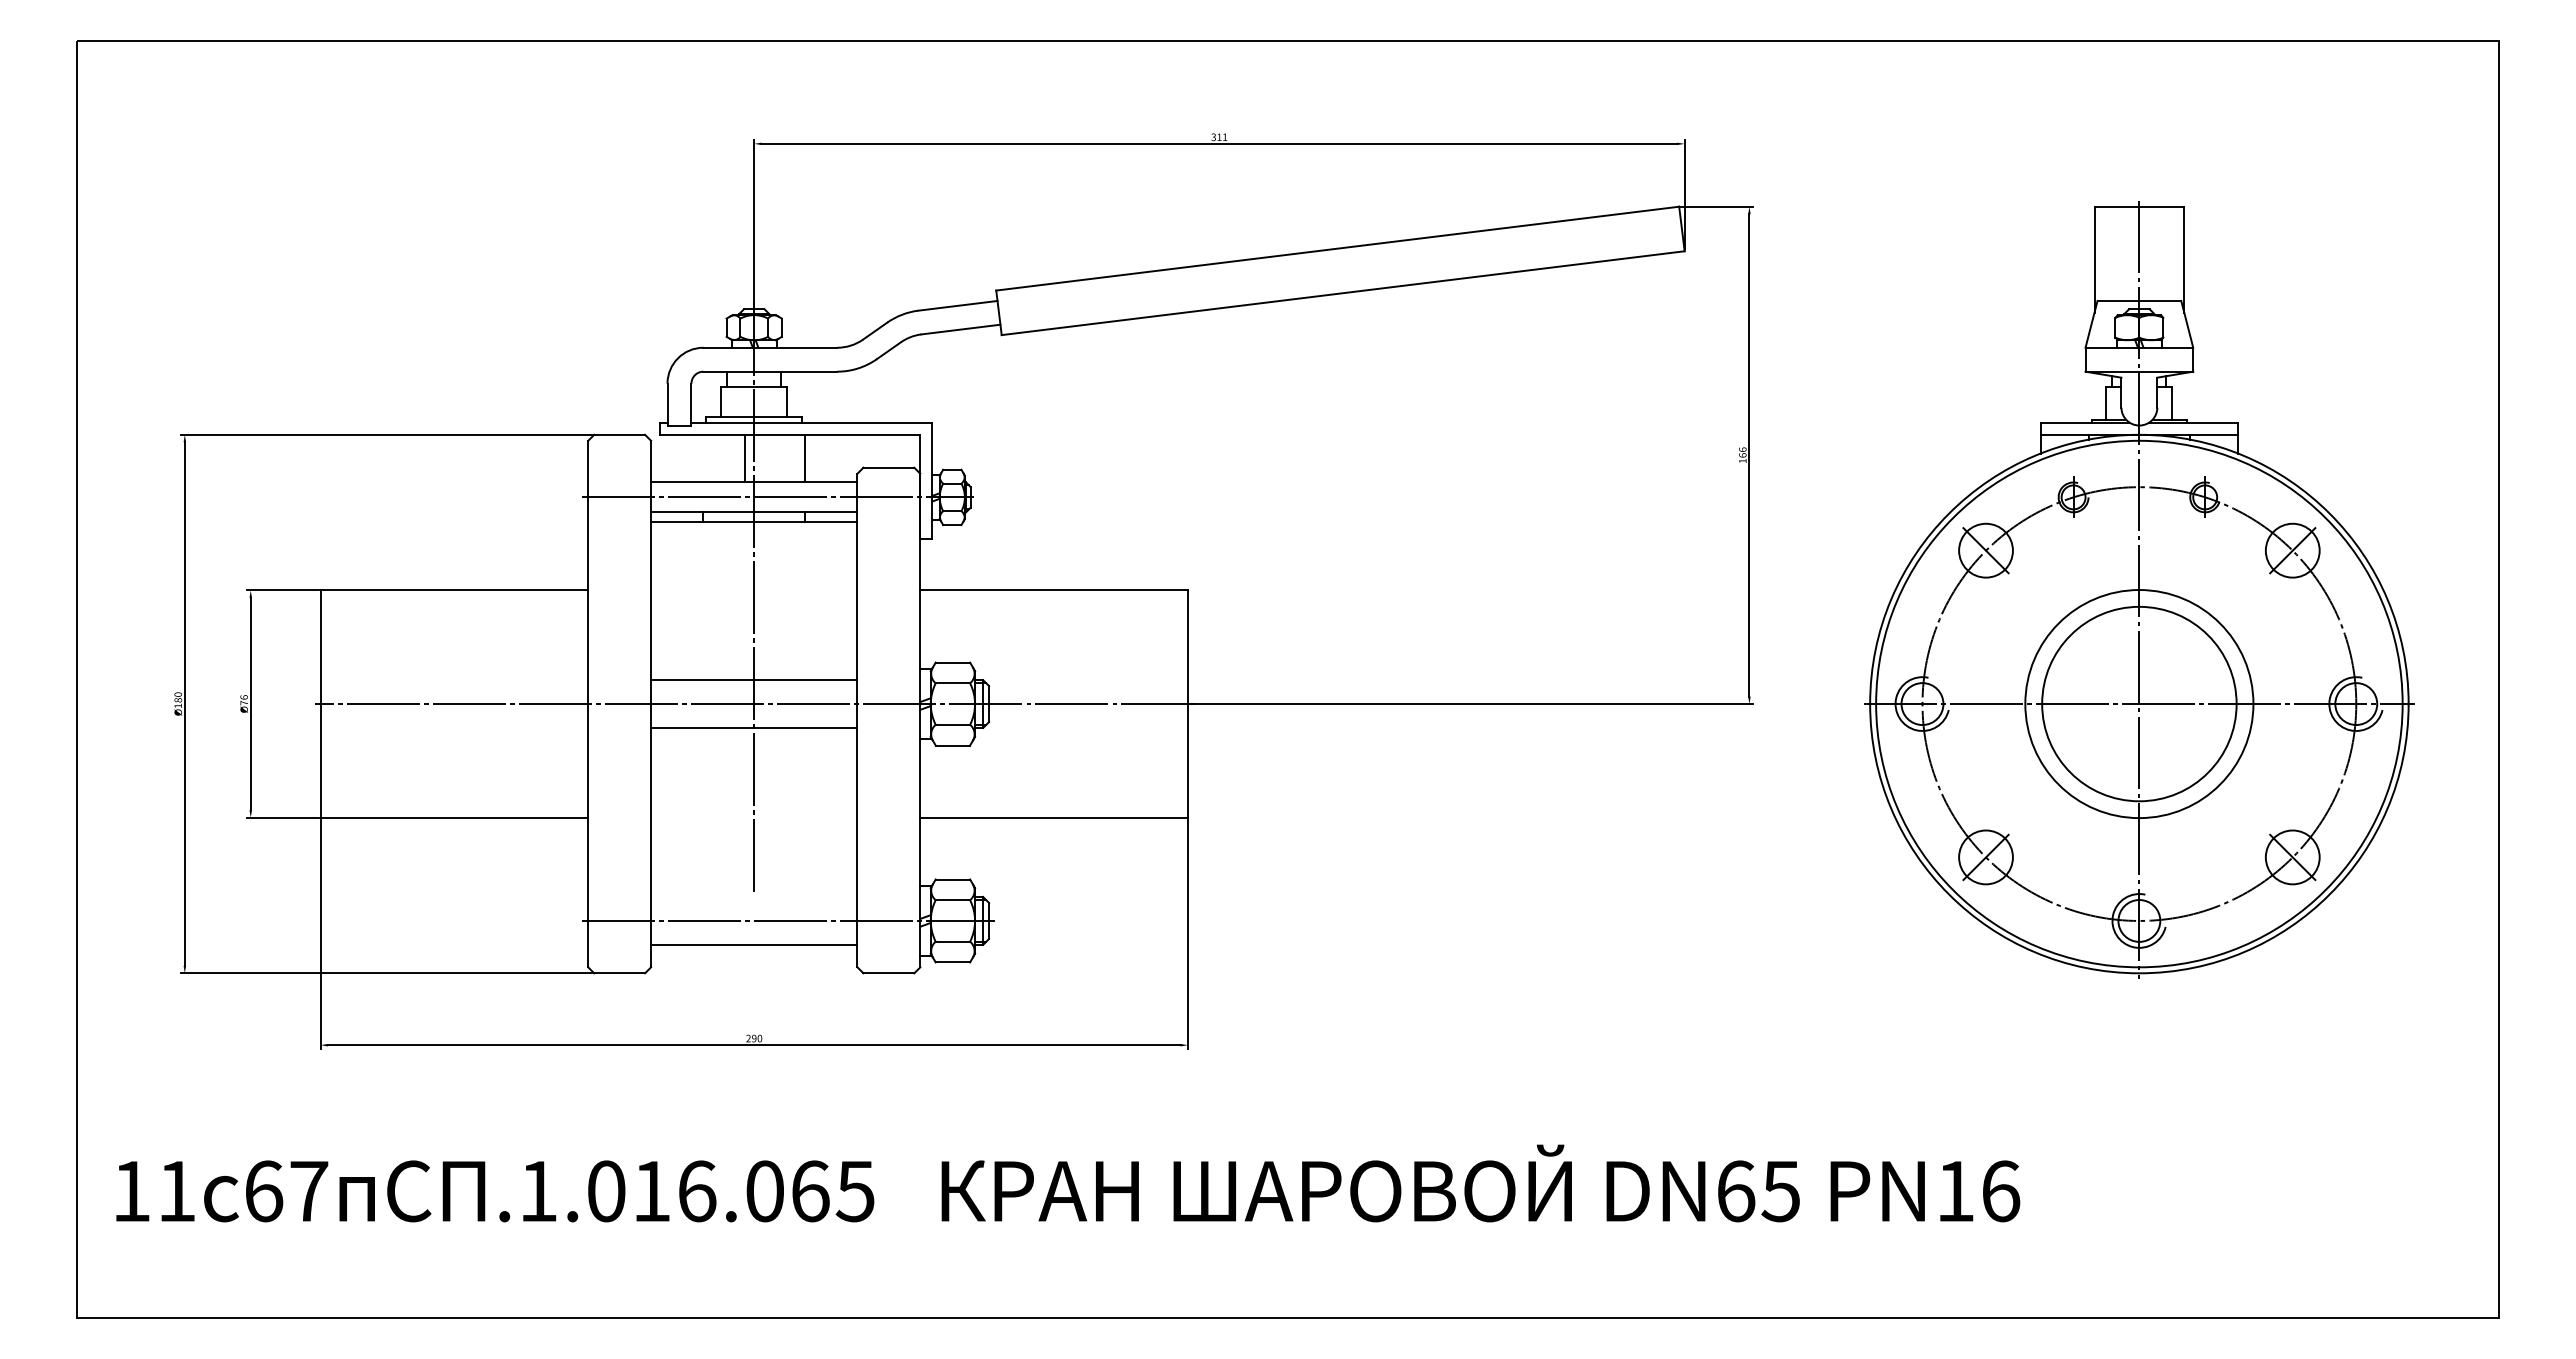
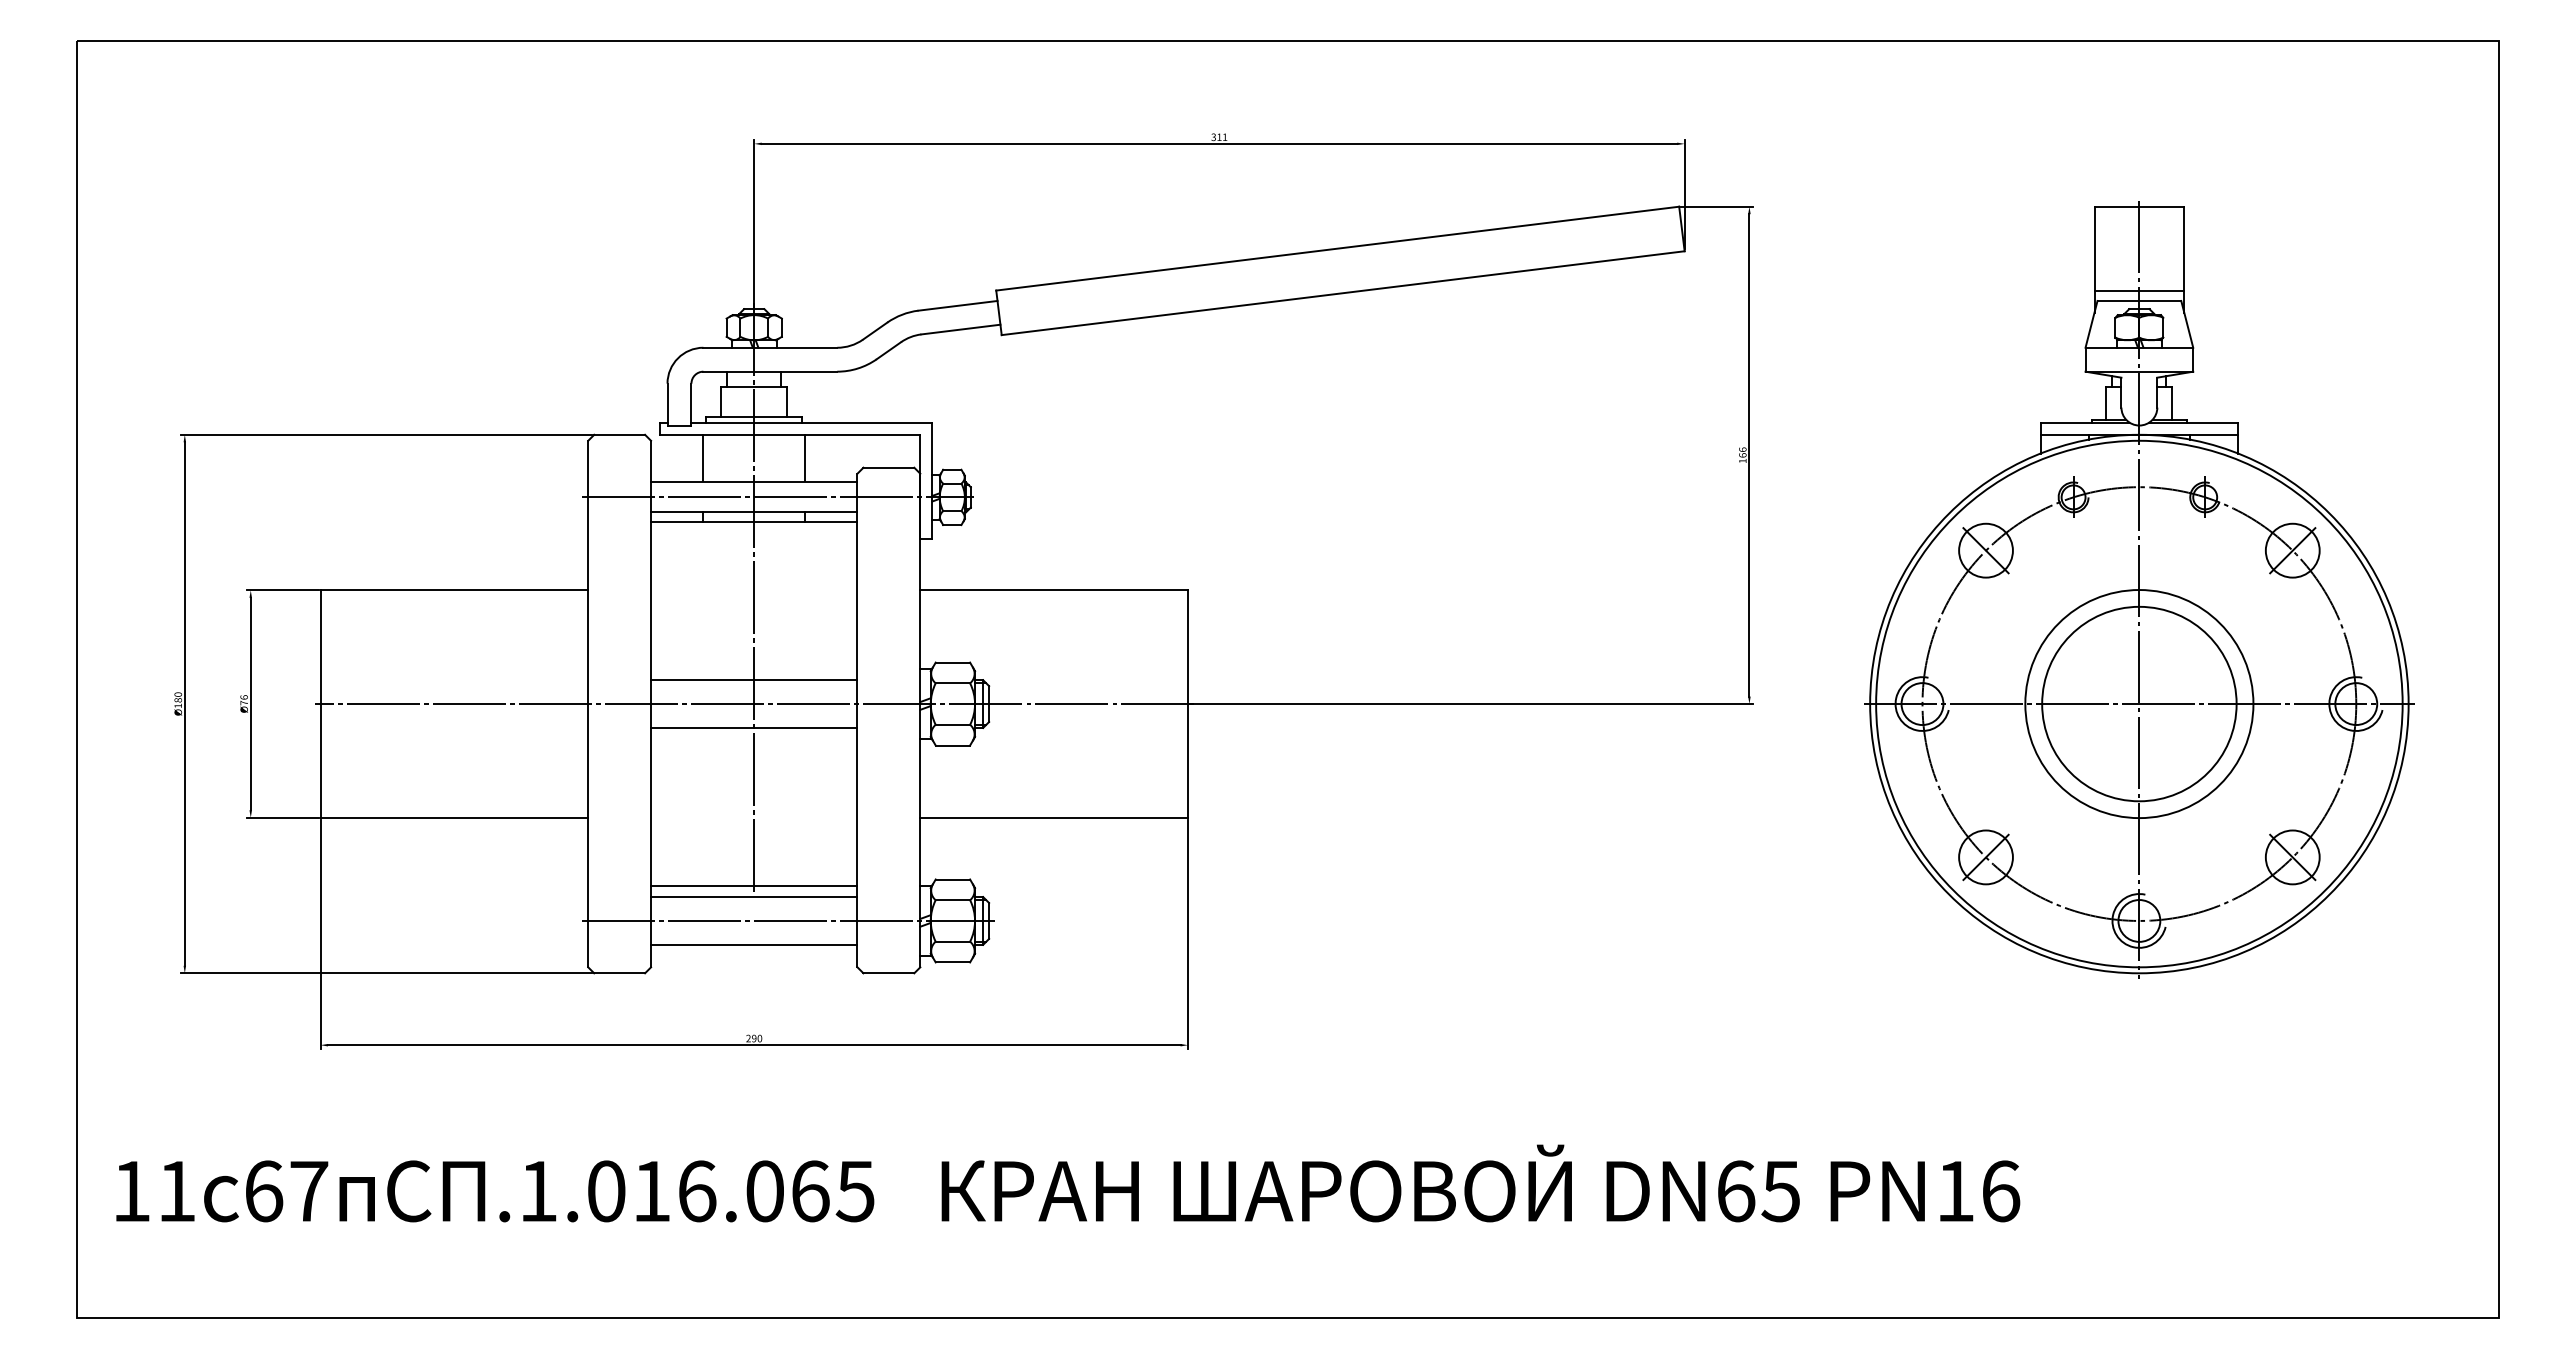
line at (2139, 290): none -> present
line at (745, 457) position: (745, 457) -> (703, 457)
line at (754, 885): none -> present
line at (754, 897): none -> present
